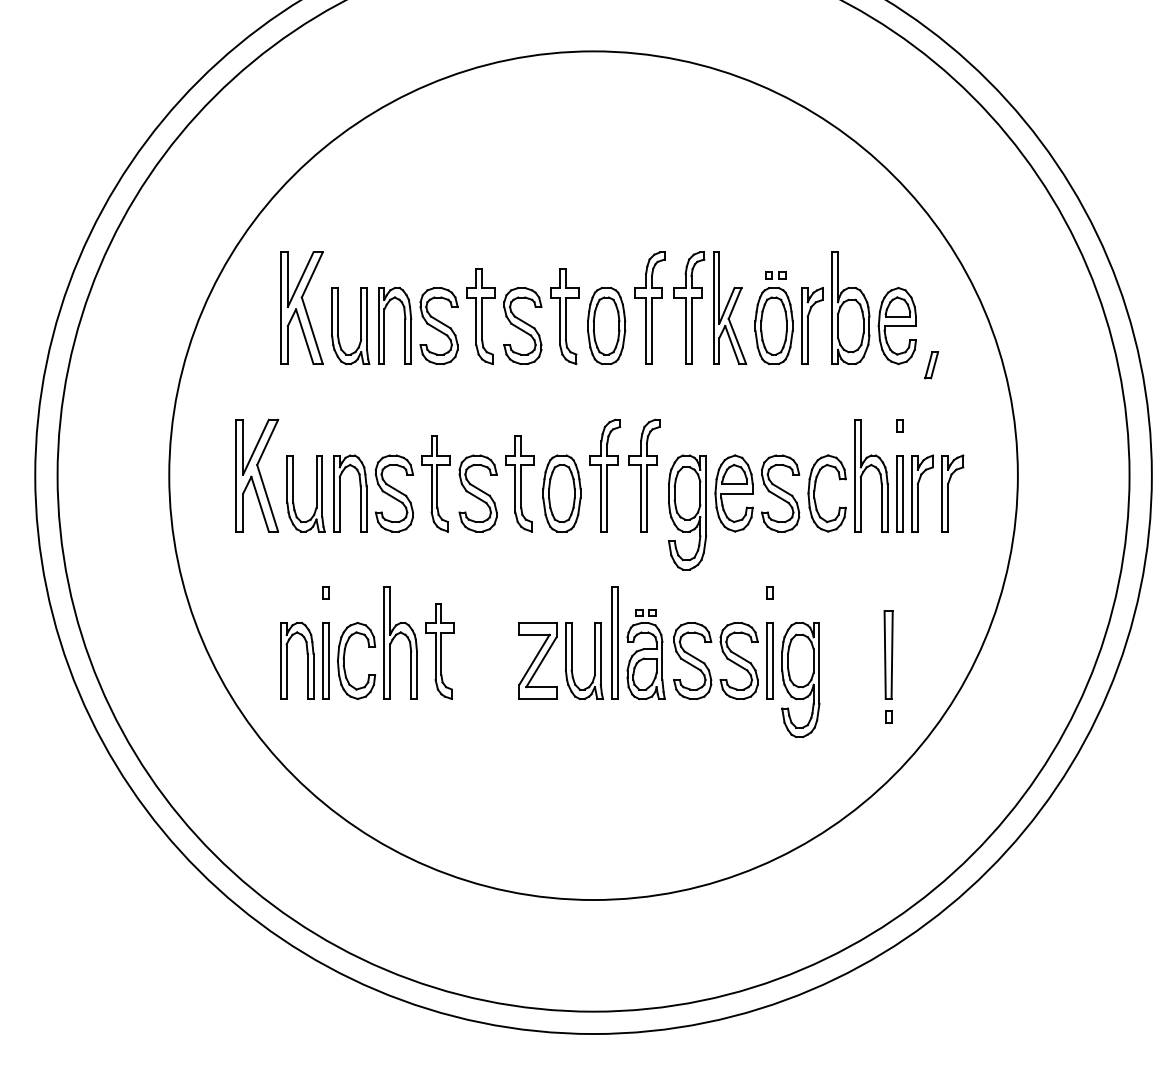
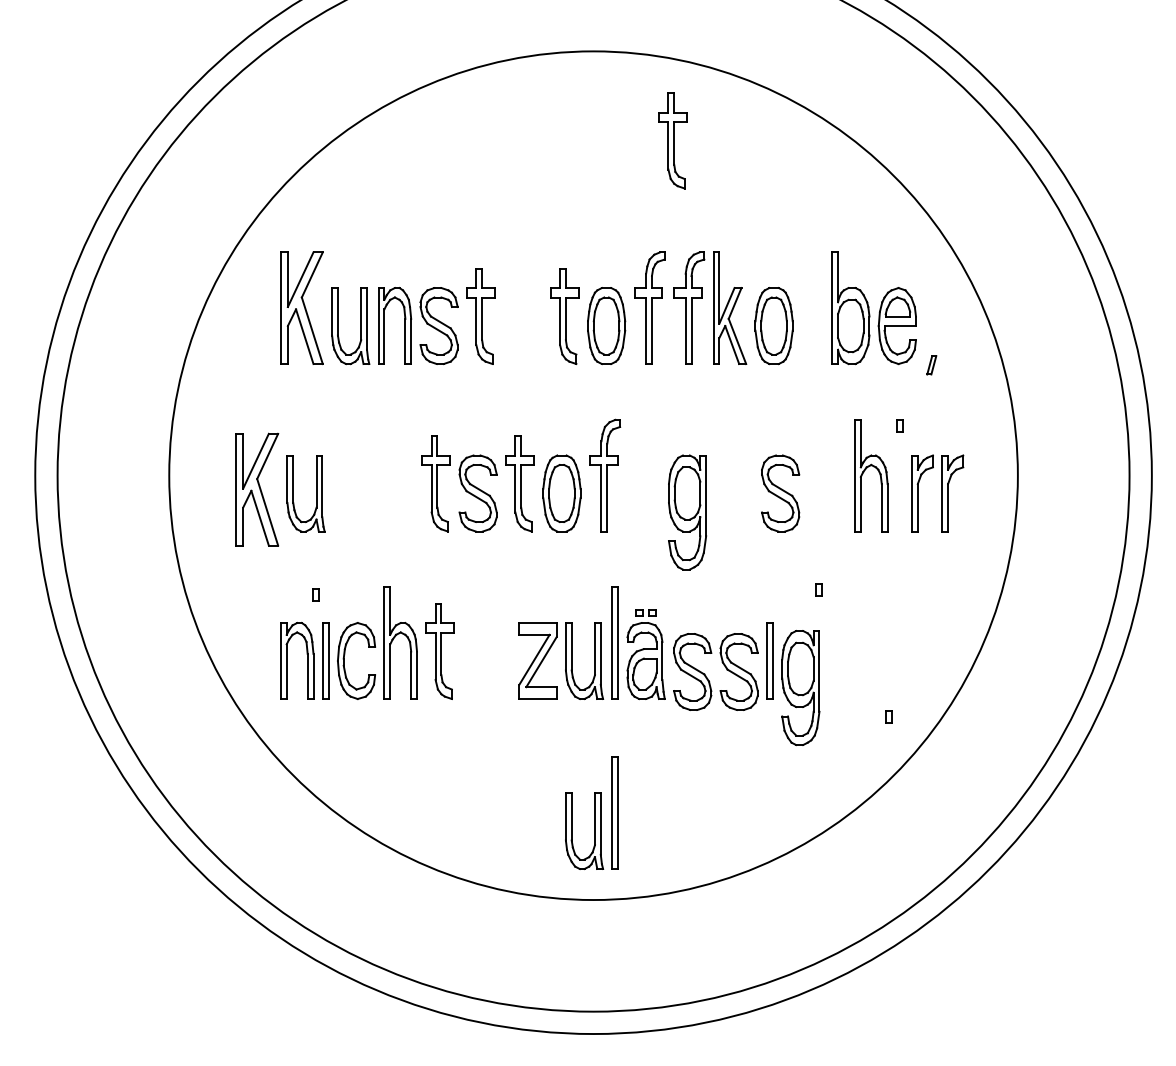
part at (672, 140): none -> present
part at (775, 275): present -> none
part at (522, 325): present -> none
part at (812, 325): present -> none
part at (931, 365) size: 16x29 px -> 12x21 px
part at (257, 475) position: (257, 475) -> (257, 489)
part at (644, 475): present -> none
part at (815, 491): present -> none
part at (373, 493): present -> none
part at (733, 493): present -> none
part at (899, 493): present -> none
part at (325, 592) position: (325, 592) -> (315, 594)
part at (769, 592) position: (769, 592) -> (818, 589)
part at (888, 654): present -> none
part at (706, 664) position: (706, 664) -> (706, 675)
part at (800, 680) position: (800, 680) -> (800, 688)
part at (591, 812): none -> present
